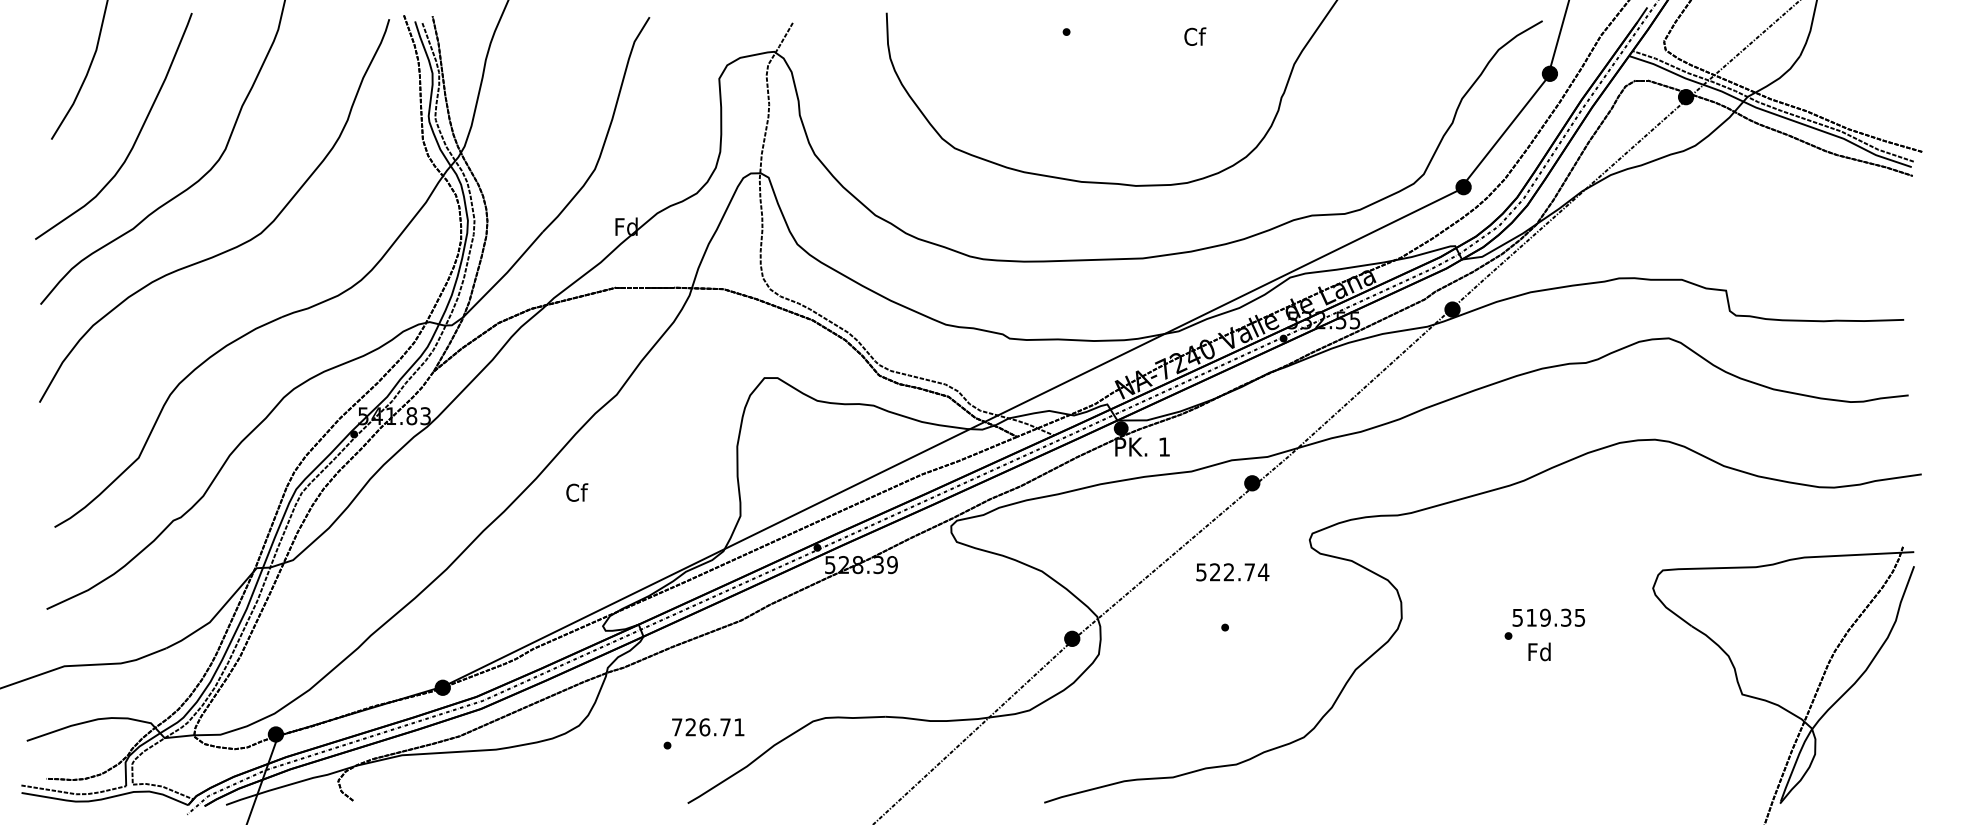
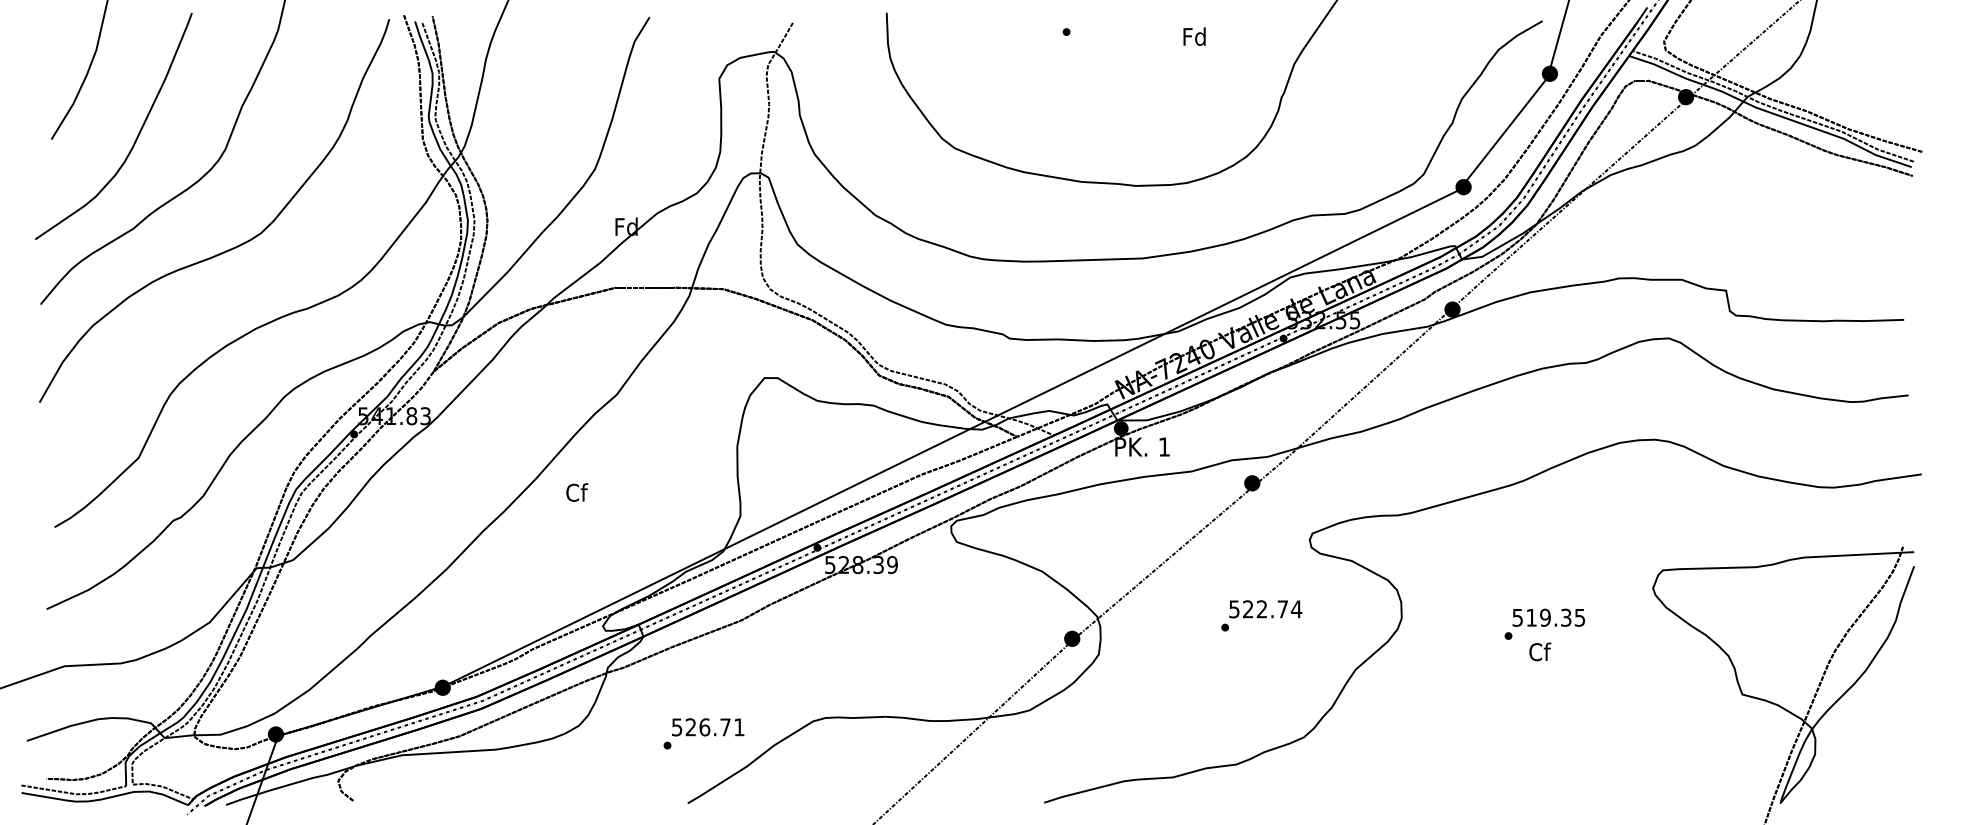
text at (1194, 36): Cf -> Fd
text at (1232, 572) position: (1232, 572) -> (1265, 609)
text at (1539, 651): Fd -> Cf
text at (677, 727): 726.71 -> 526.71
